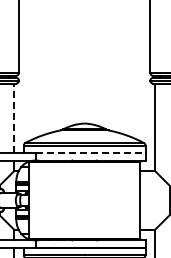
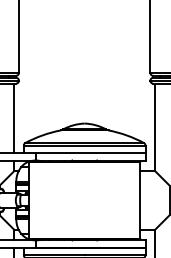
line at (14, 118): dashed -> solid
line at (90, 152): dashed -> solid
